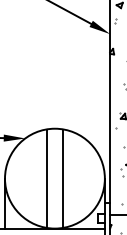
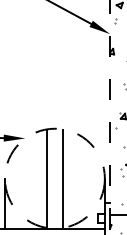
line at (110, 118): solid -> dashed
circle at (54, 178): solid -> dashed
